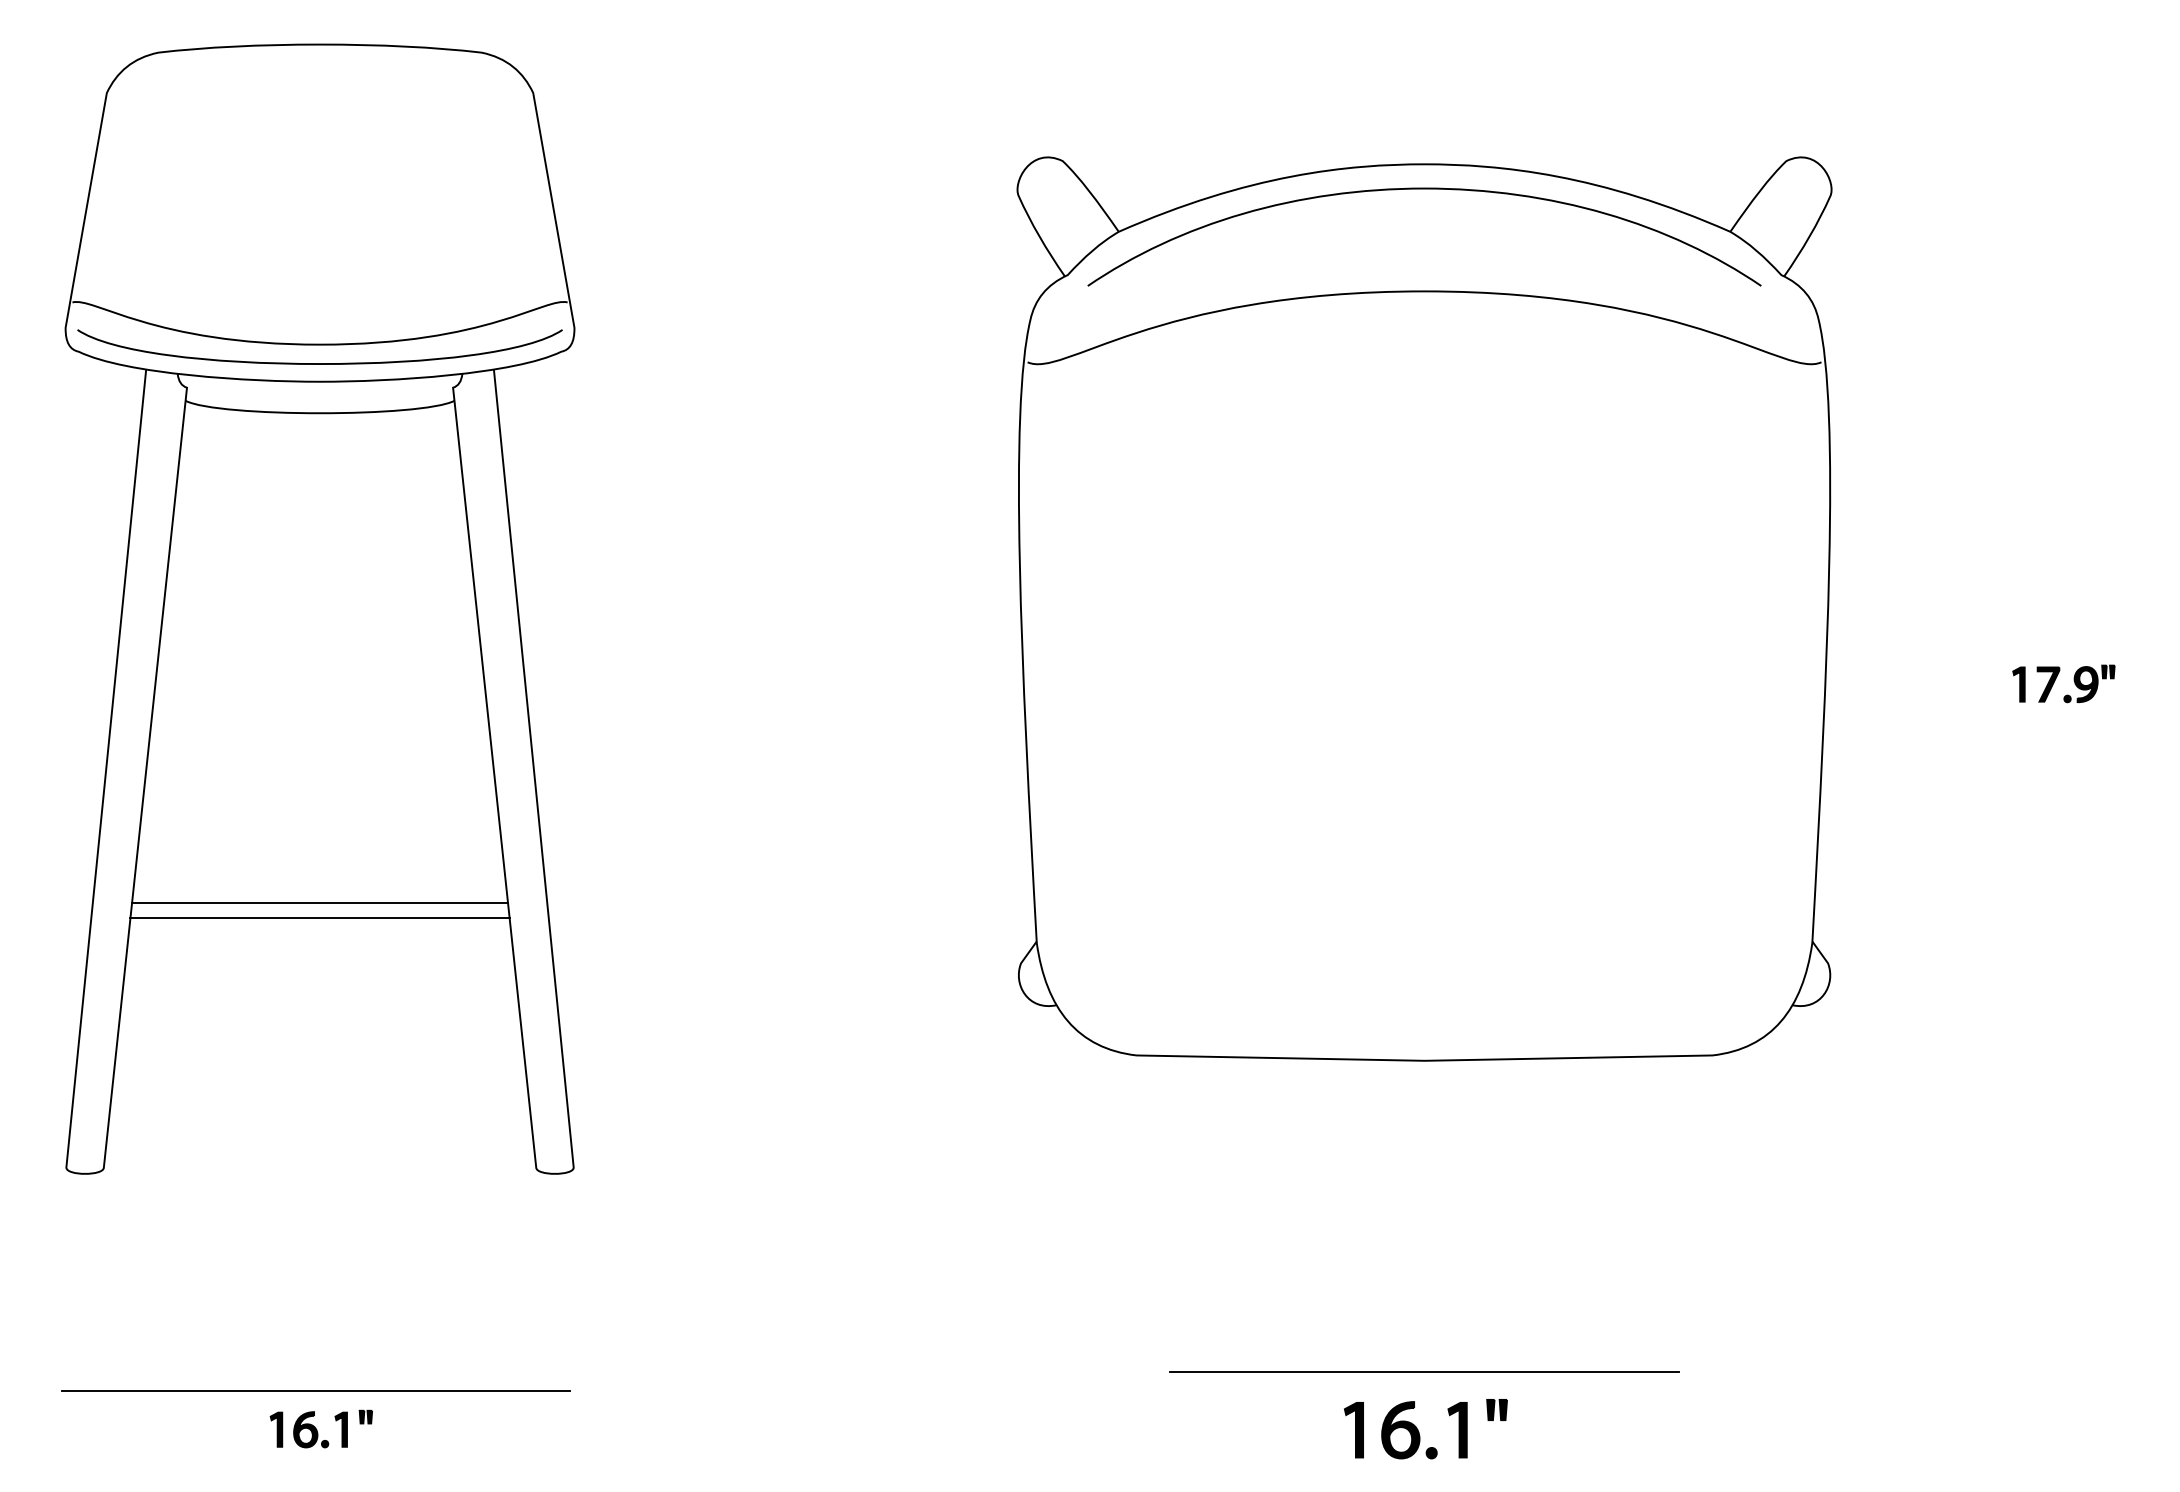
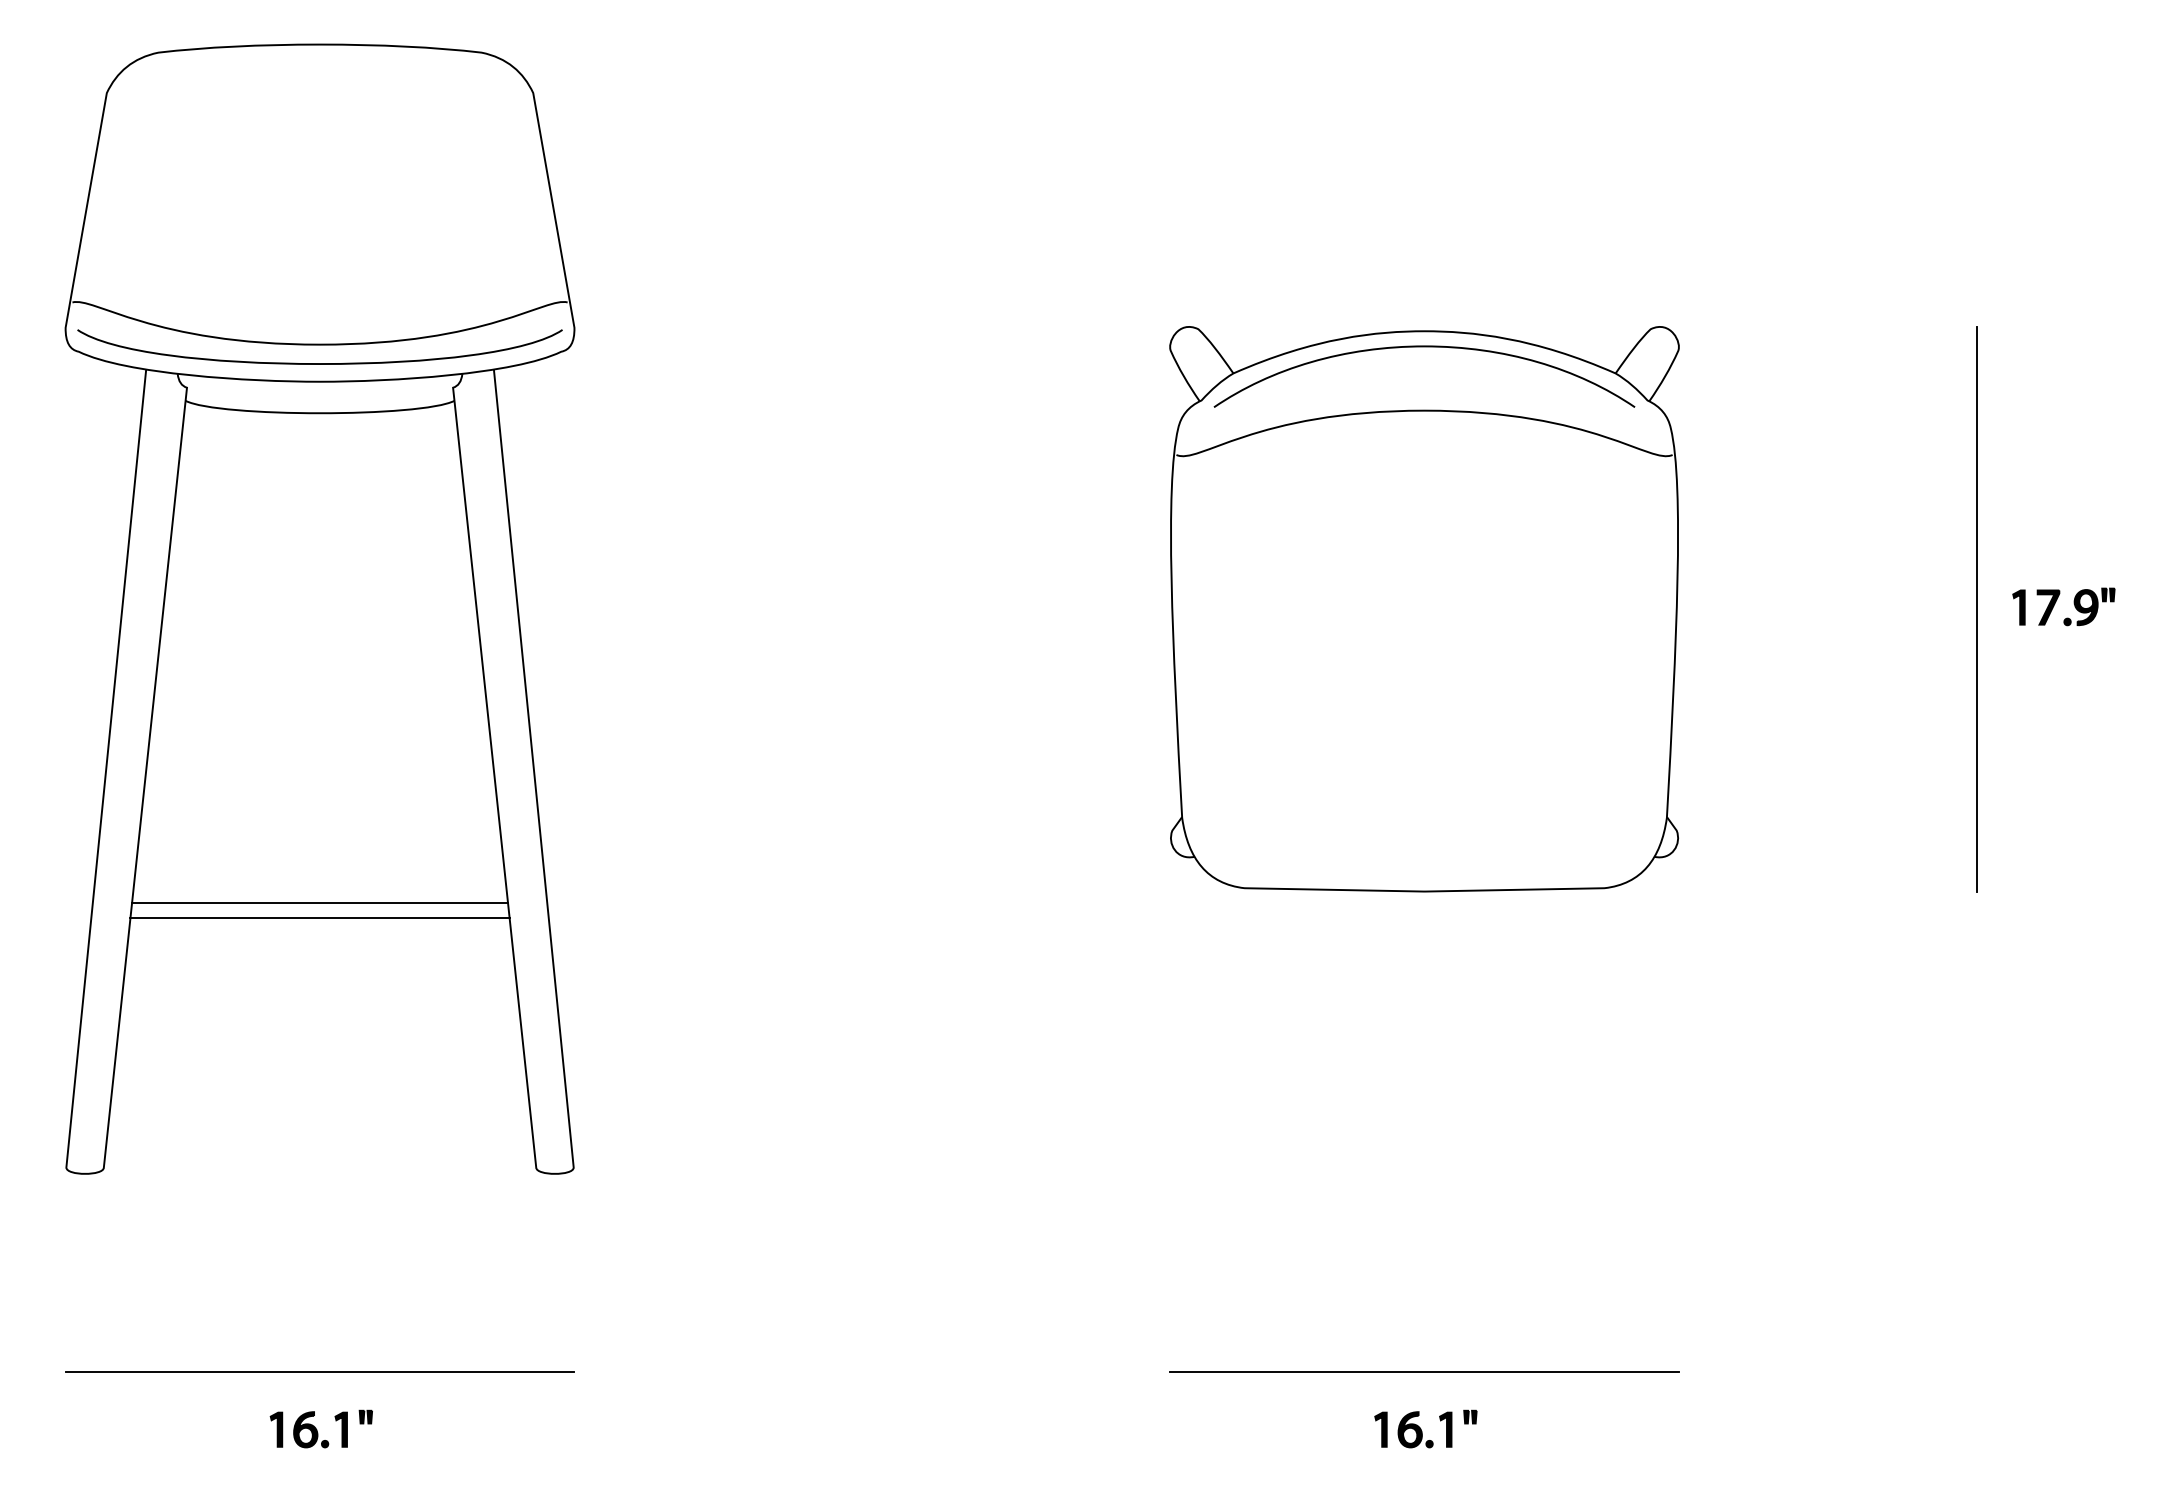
part at (1424, 608) size: 817x906 px -> 511x567 px
line at (1976, 609): none -> present
part at (2056, 679) position: (2056, 679) -> (2056, 602)
line at (315, 1390) position: (315, 1390) -> (319, 1371)
part at (1425, 1429) size: 164x61 px -> 104x40 px
